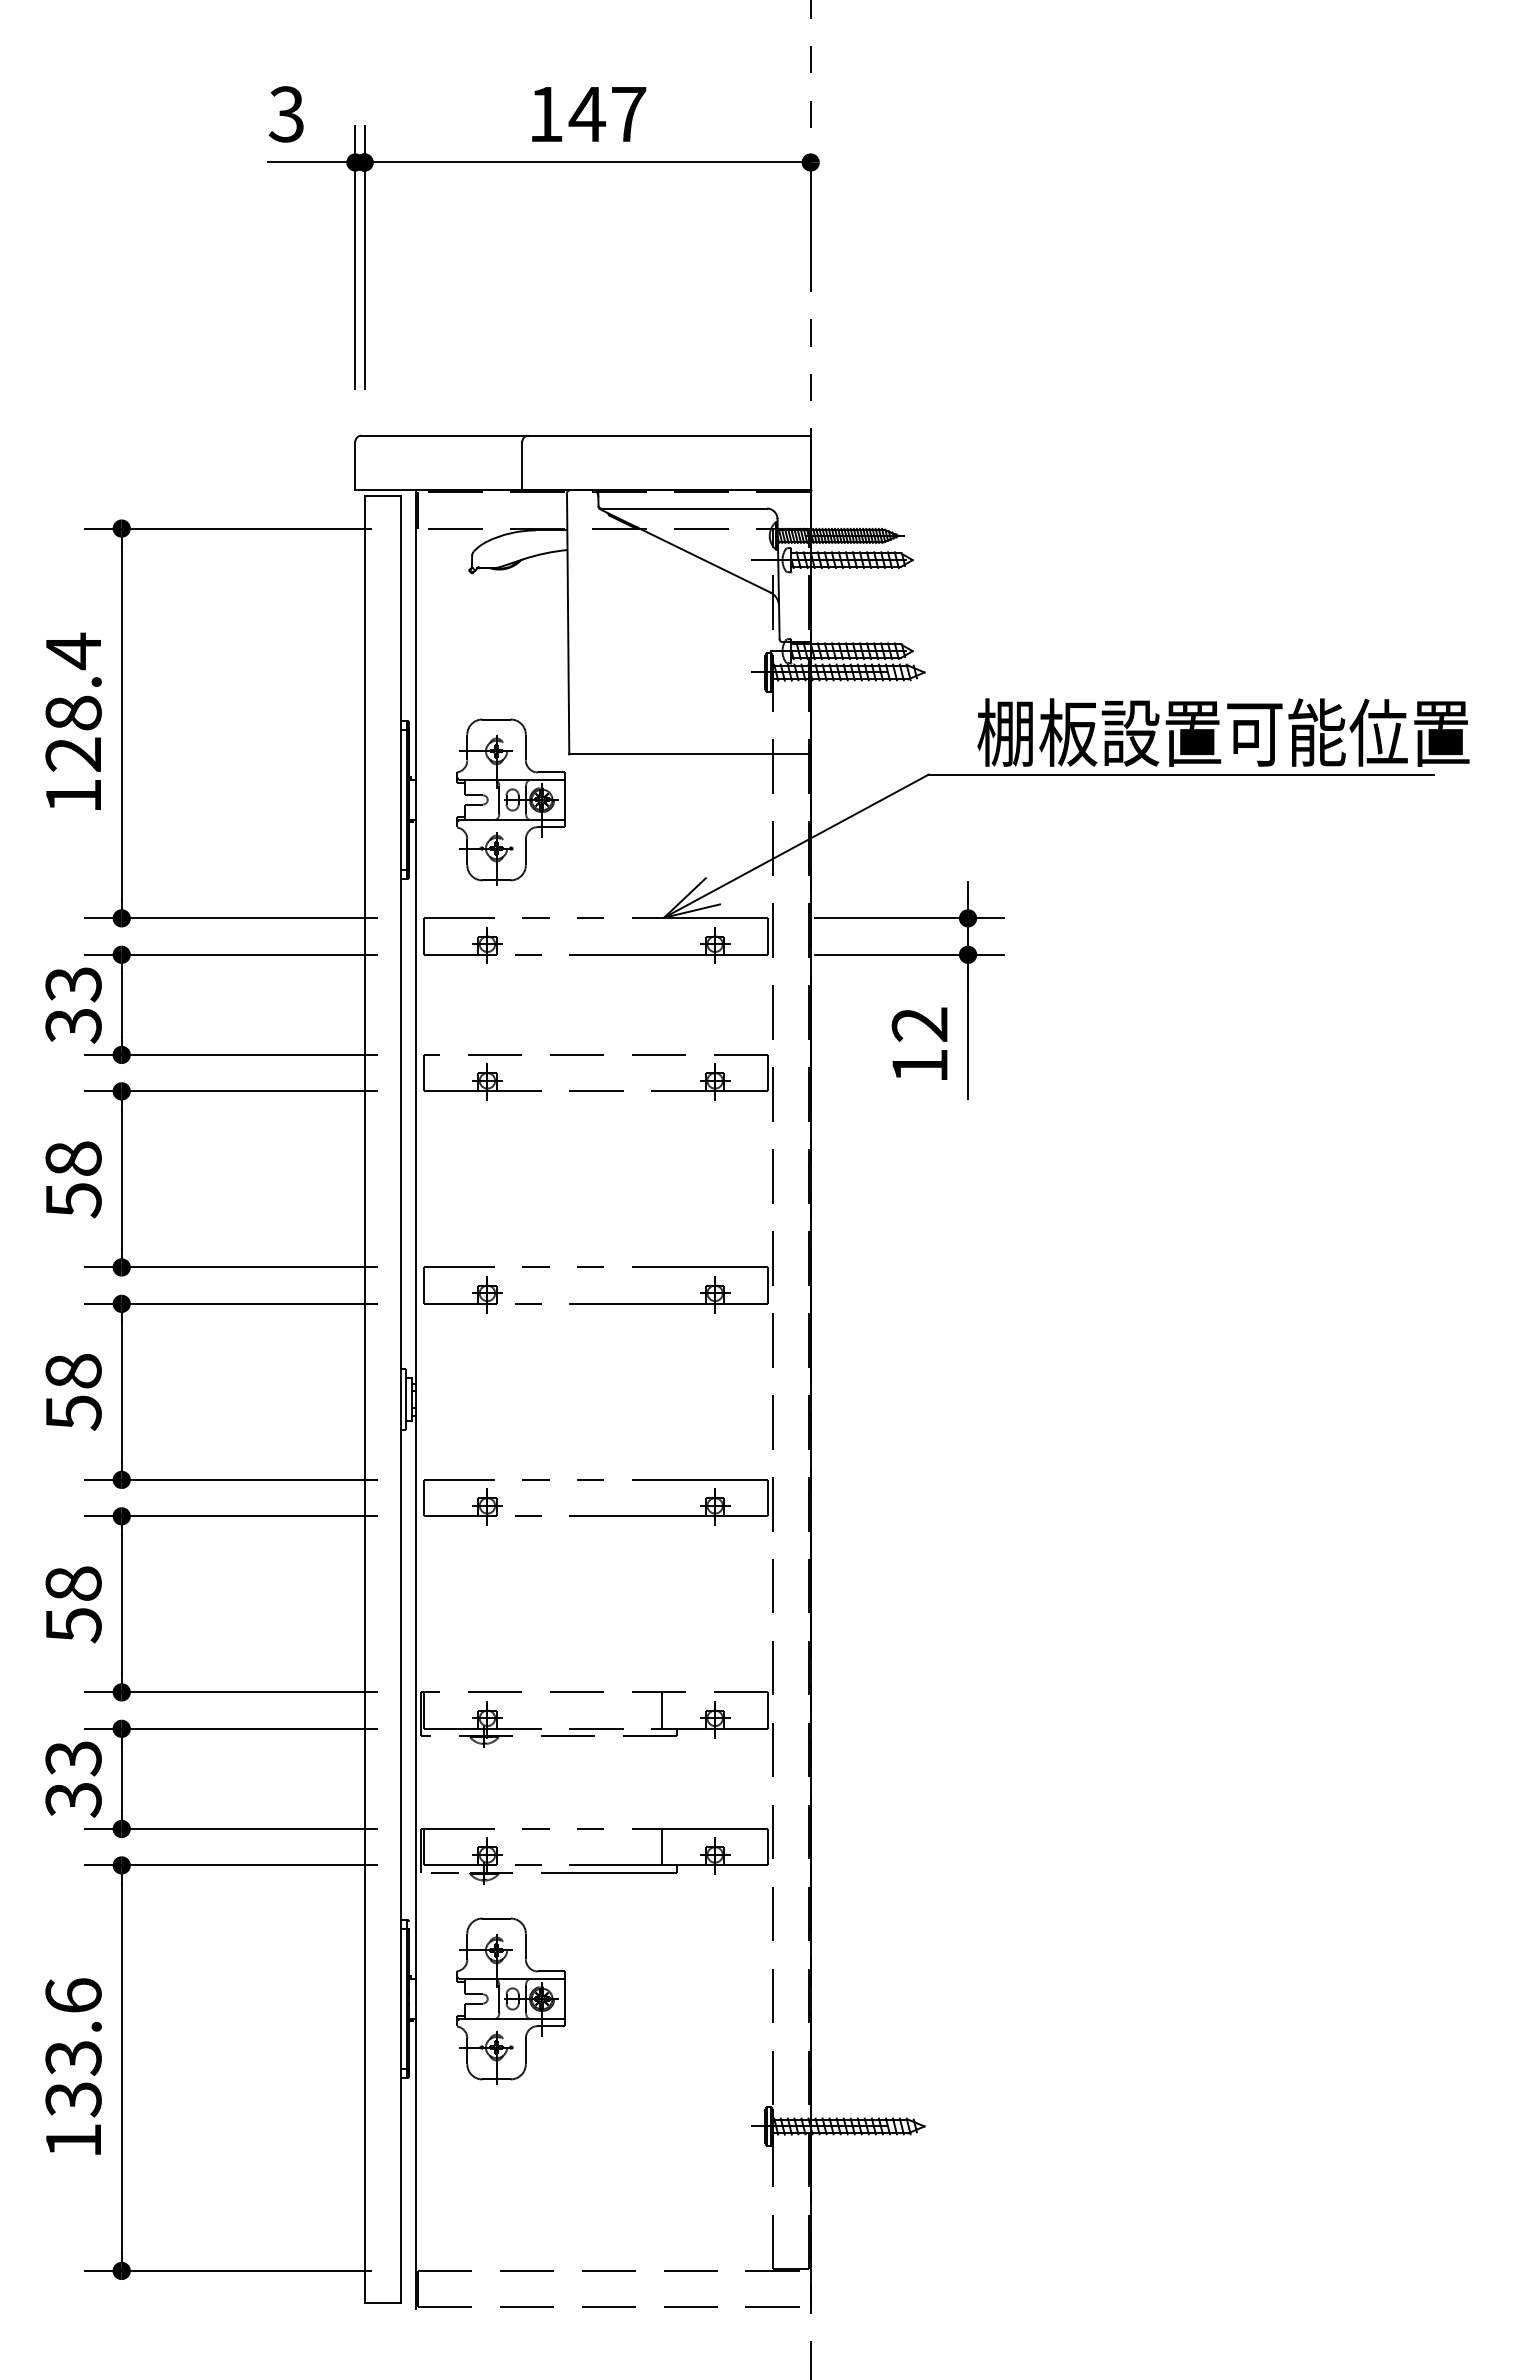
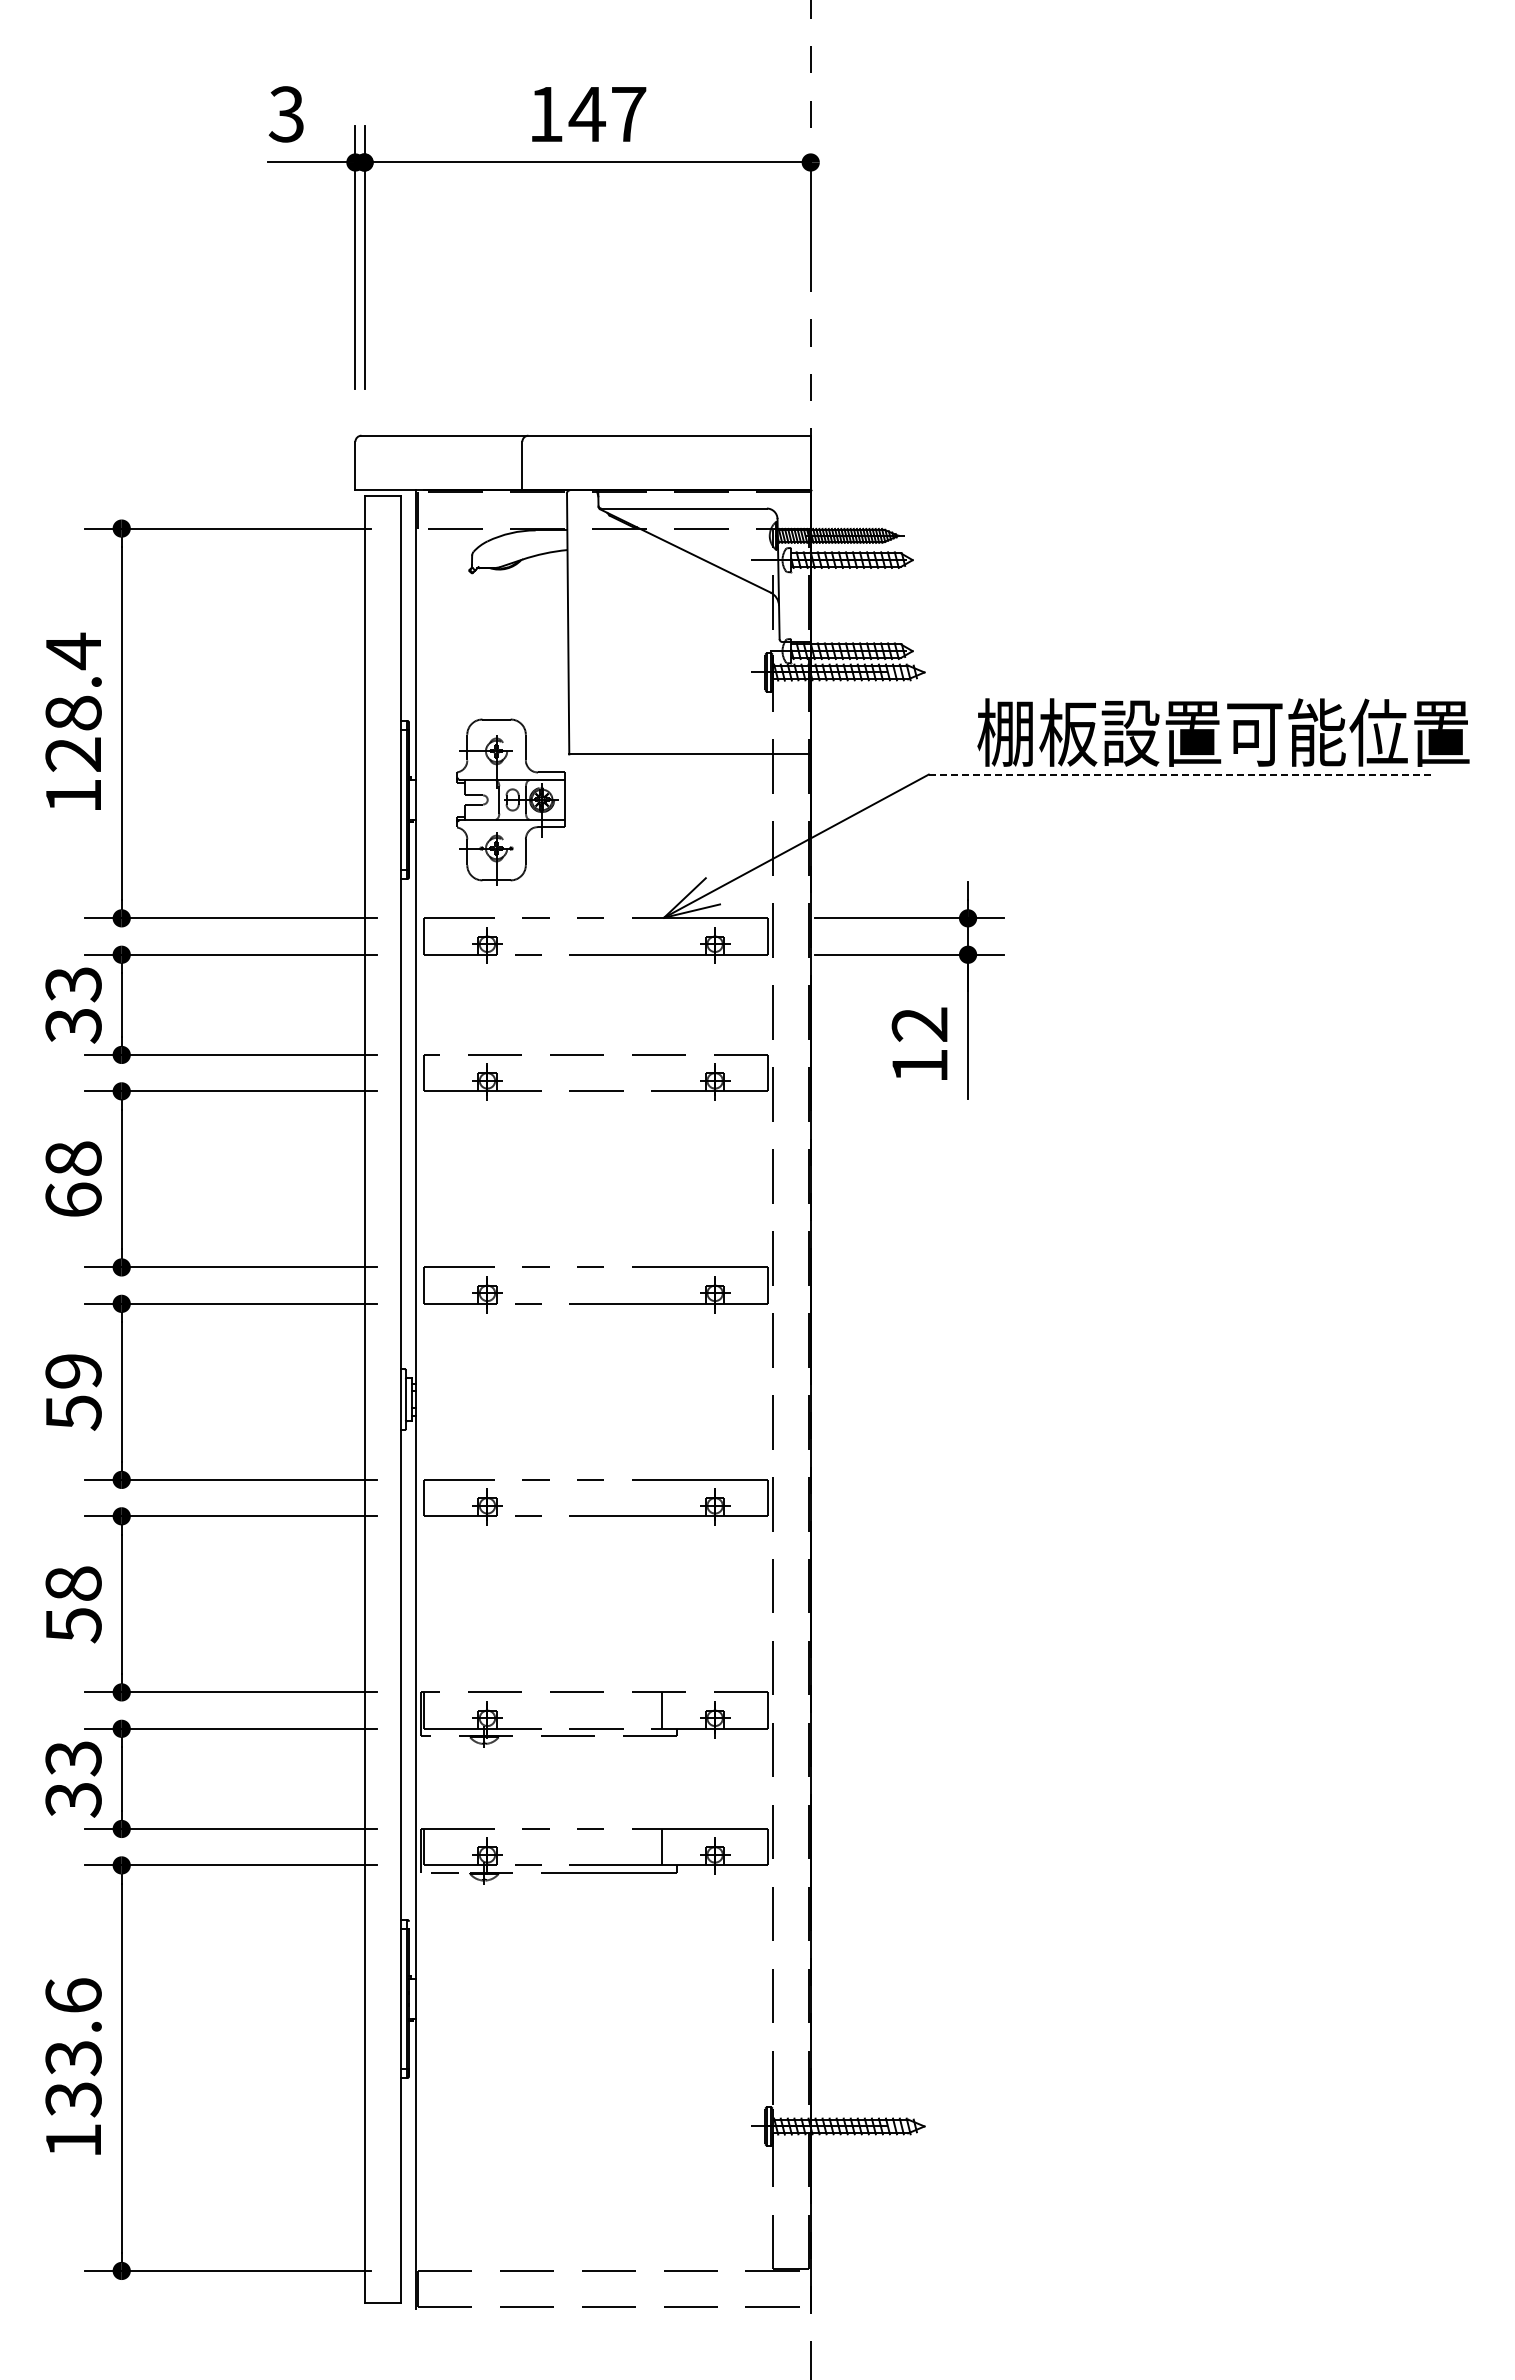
line at (1181, 774): solid -> dashed
text at (73, 1200): 58 -> 68
text at (73, 1371): 58 -> 59
part at (510, 2000): present -> none
